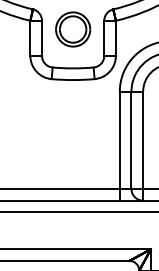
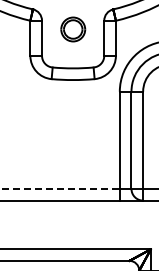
part at (73, 29) size: 37x37 px -> 27x27 px
line at (60, 188): solid -> dashed
line at (78, 212): present -> none
